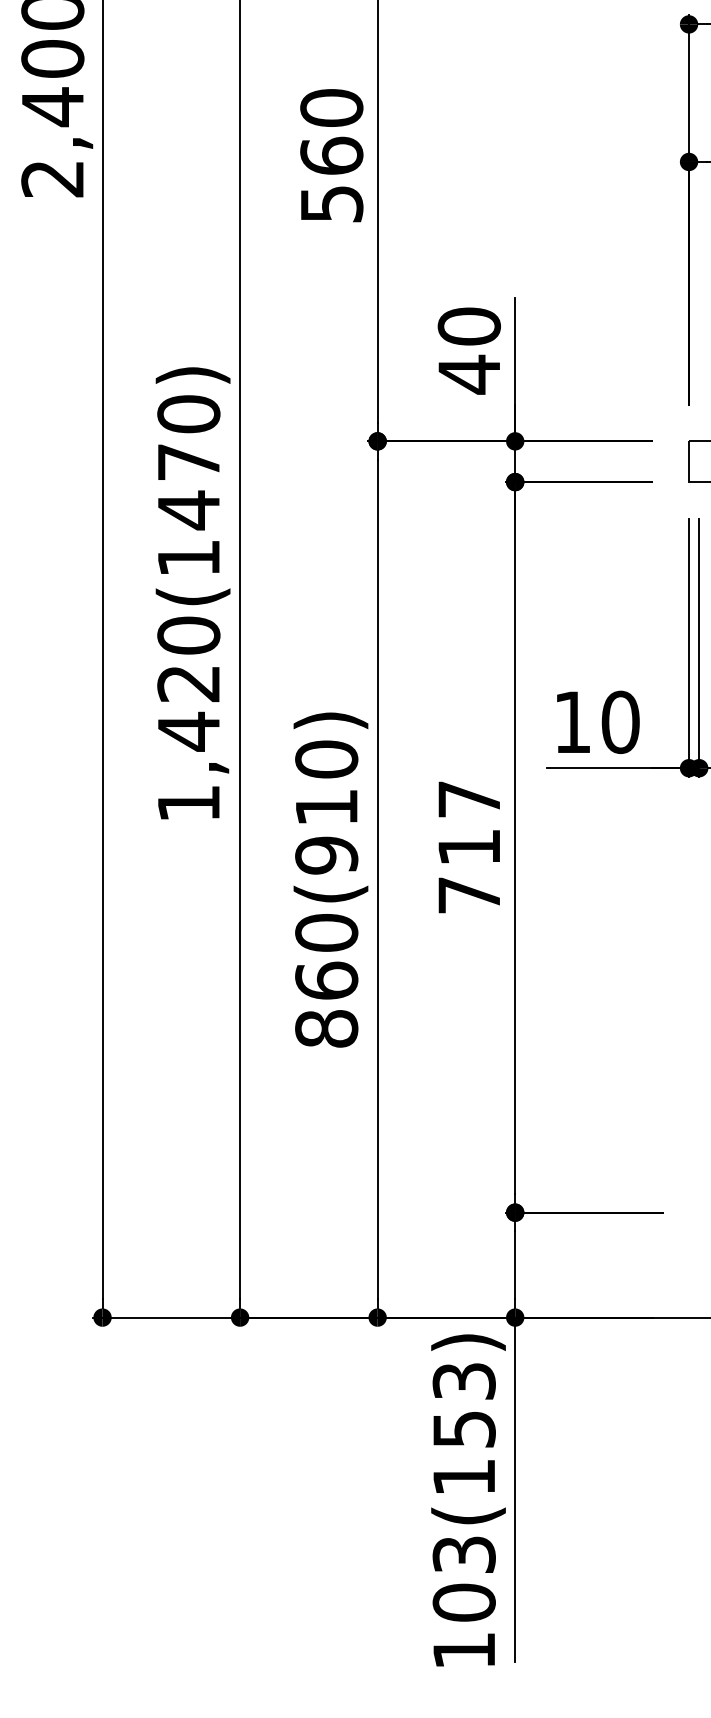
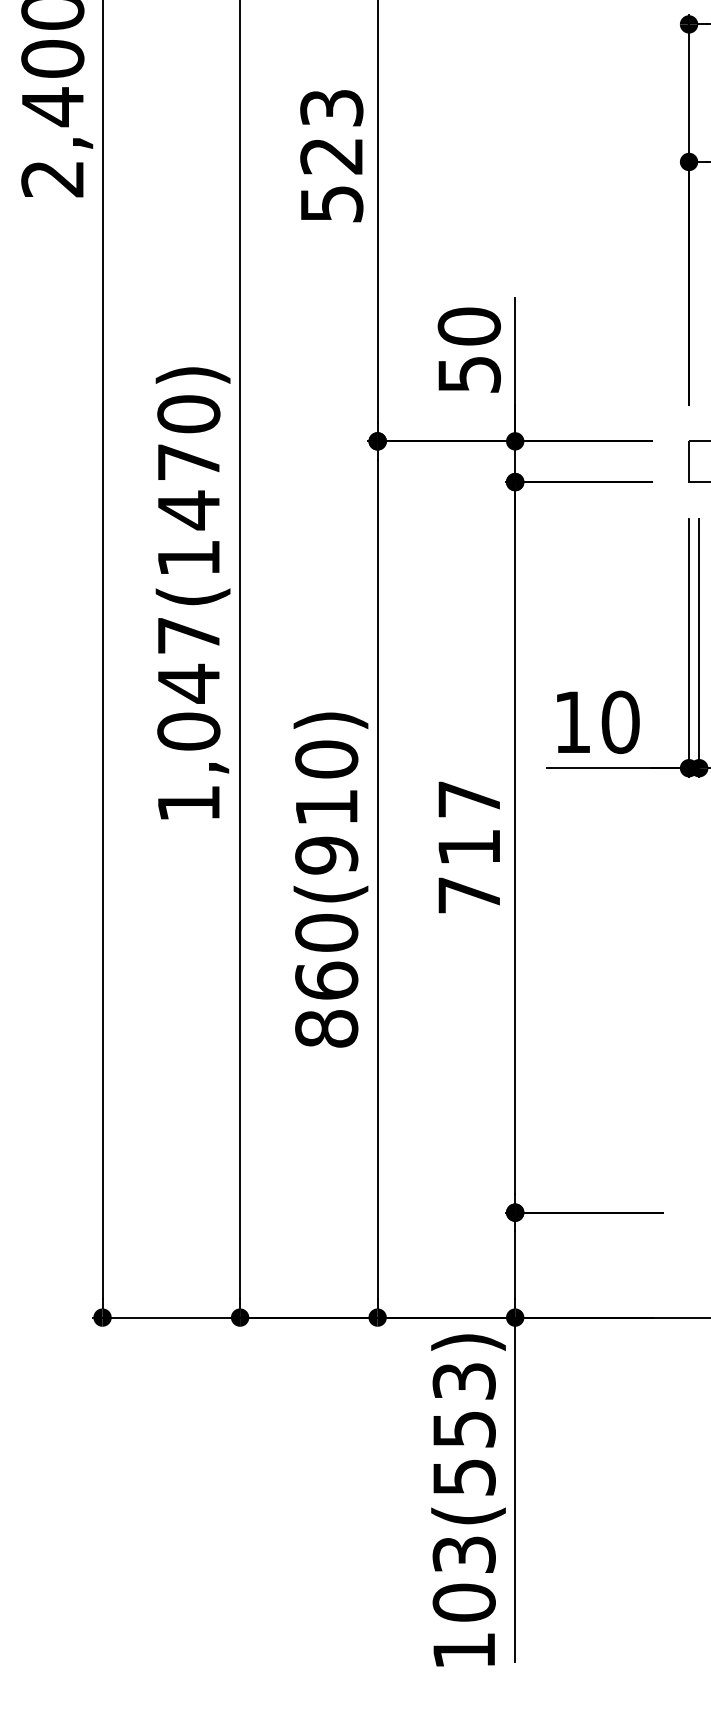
text at (331, 131): 560 -> 523
text at (469, 374): 40 -> 50
text at (188, 683): 1,420(1470) -> 1,047(1470)
text at (464, 1477): 103(153) -> 103(553)
